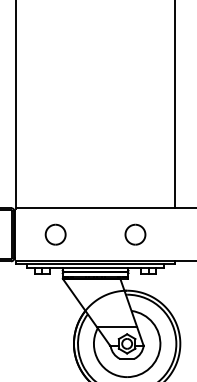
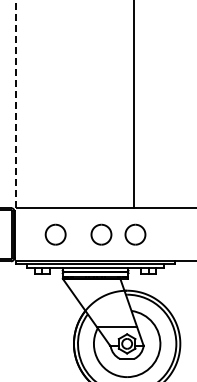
line at (15, 104): solid -> dashed
line at (175, 105) position: (175, 105) -> (134, 105)
part at (101, 234): none -> present
